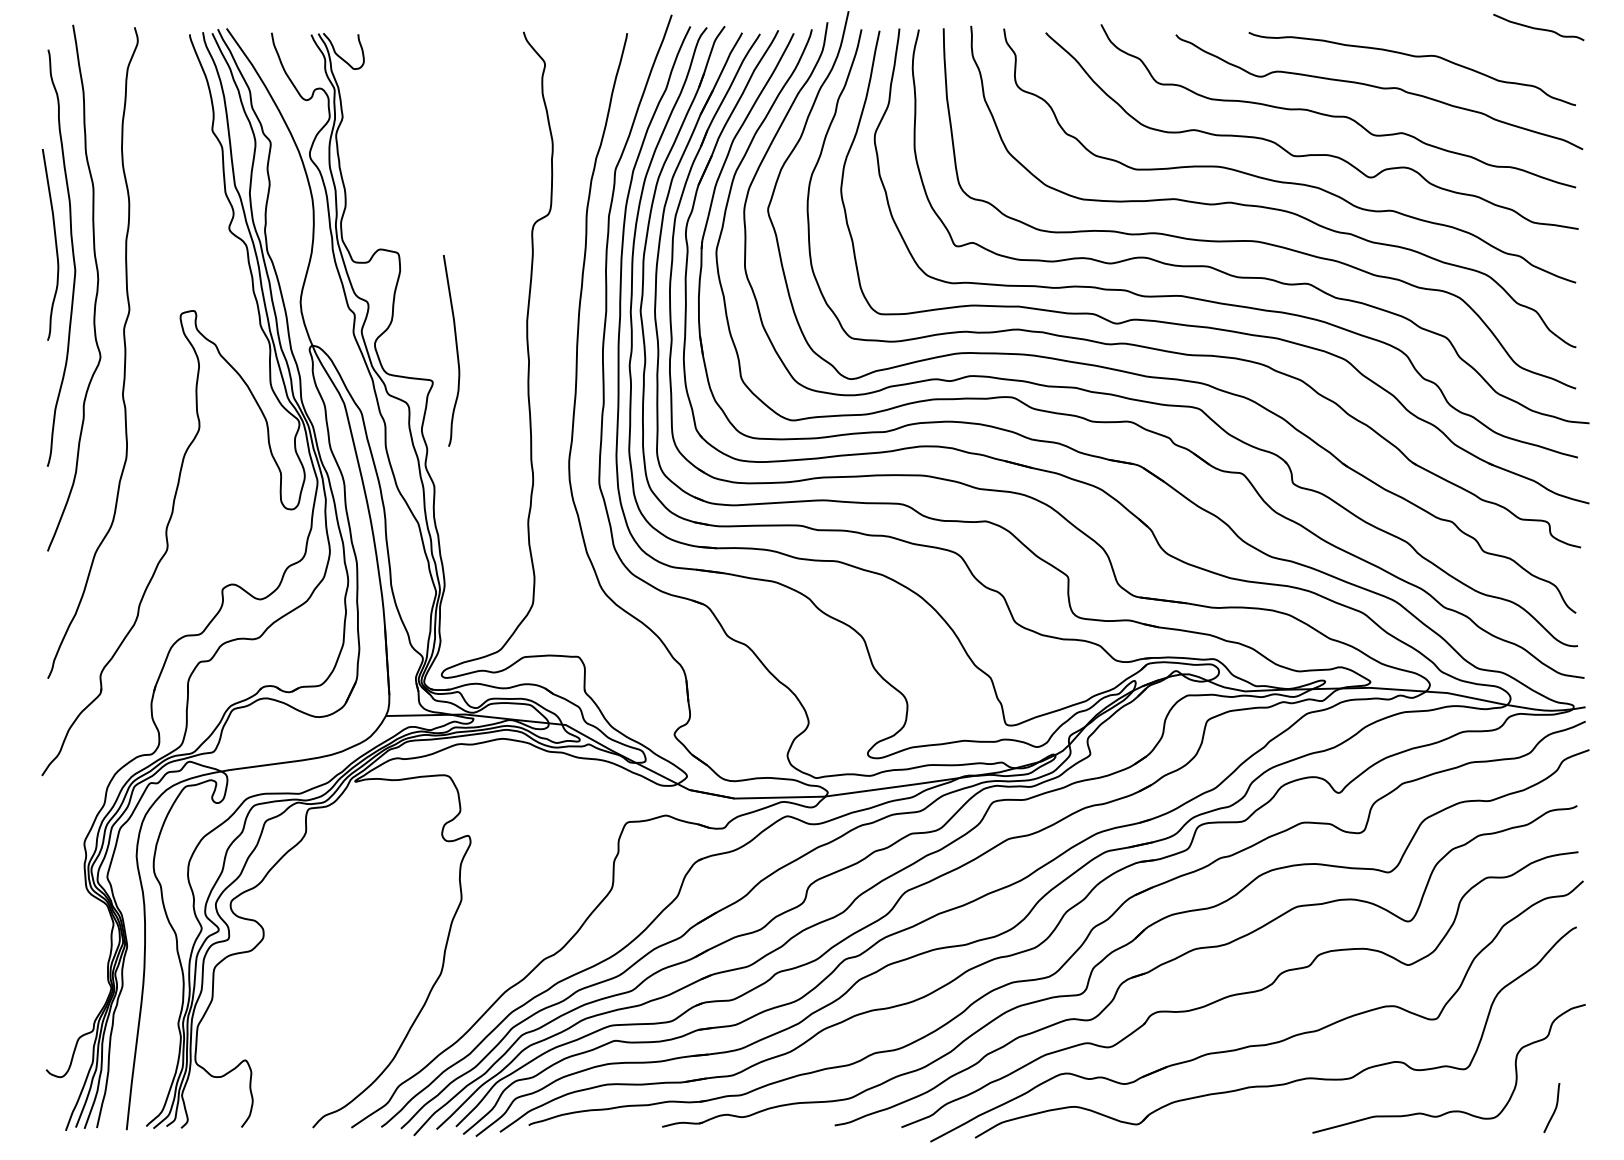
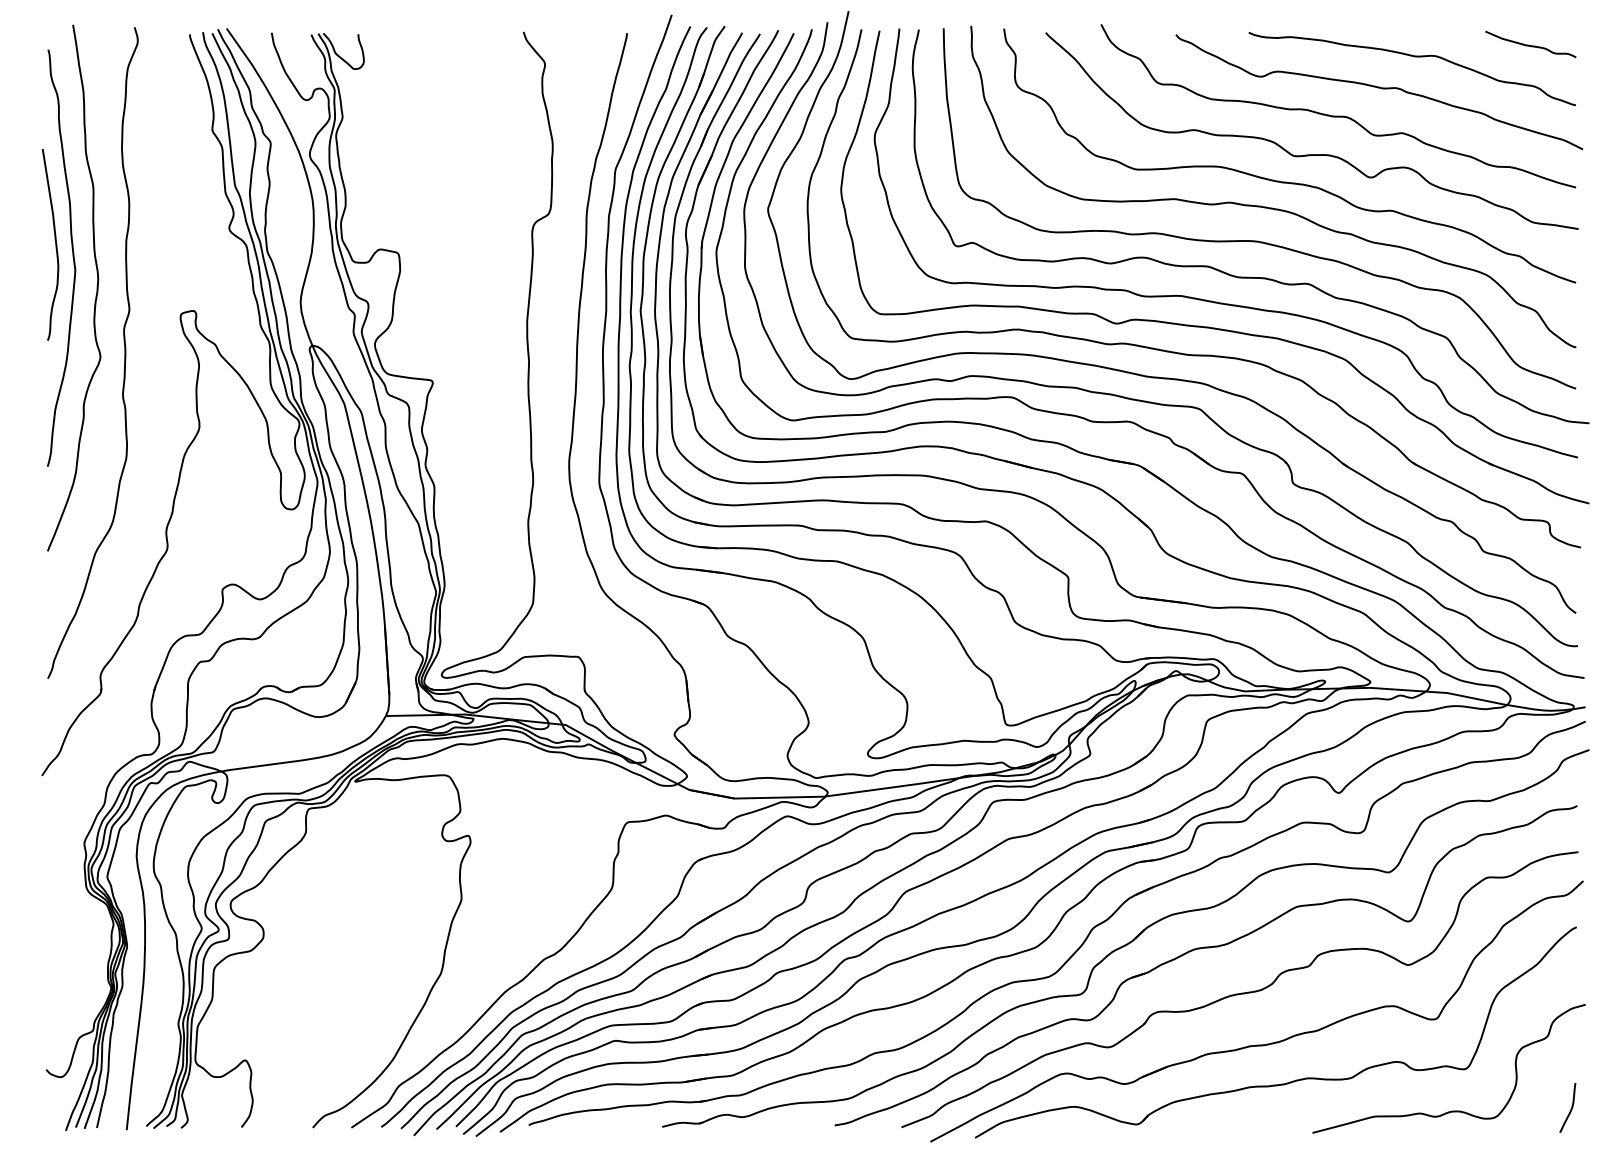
curve at (1538, 28) position: (1538, 28) -> (1530, 45)
curve at (456, 350): present -> none
curve at (1554, 1108) position: (1554, 1108) -> (1570, 1108)
